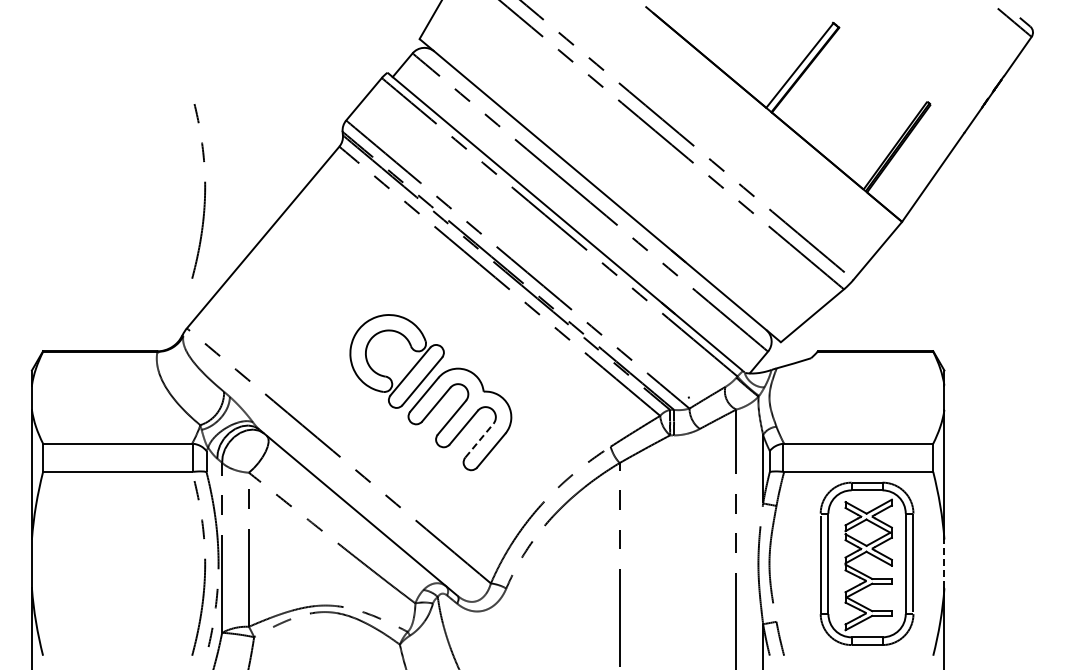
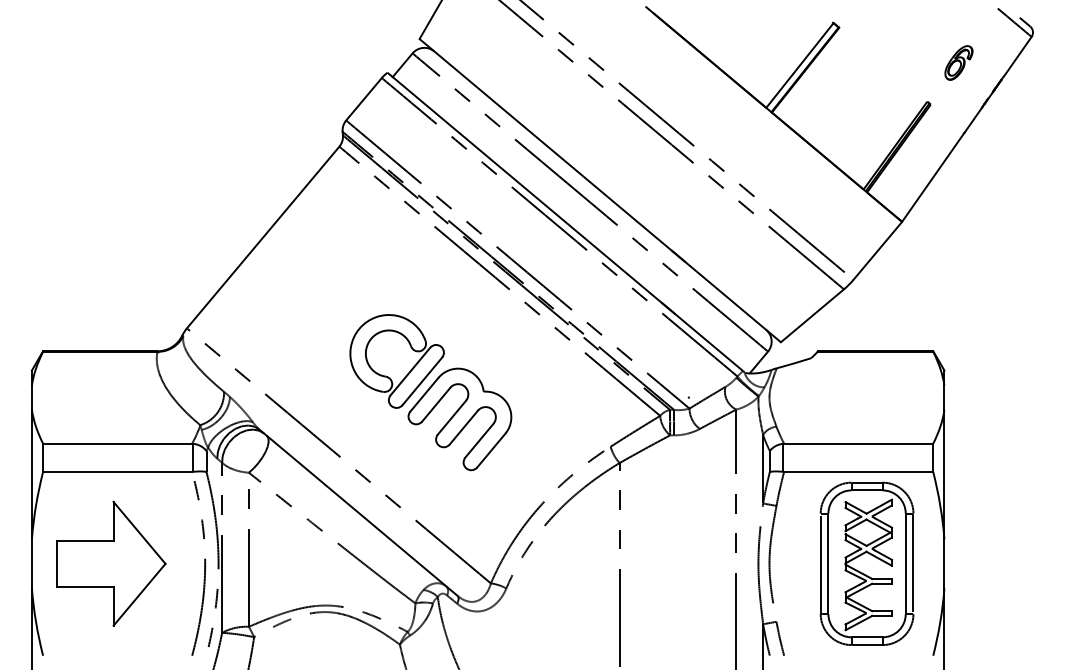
part at (958, 62): none -> present
curve at (204, 191): present -> none
line at (479, 440): dashed -> solid
part at (111, 563): none -> present
line at (944, 563): dashed -> solid
